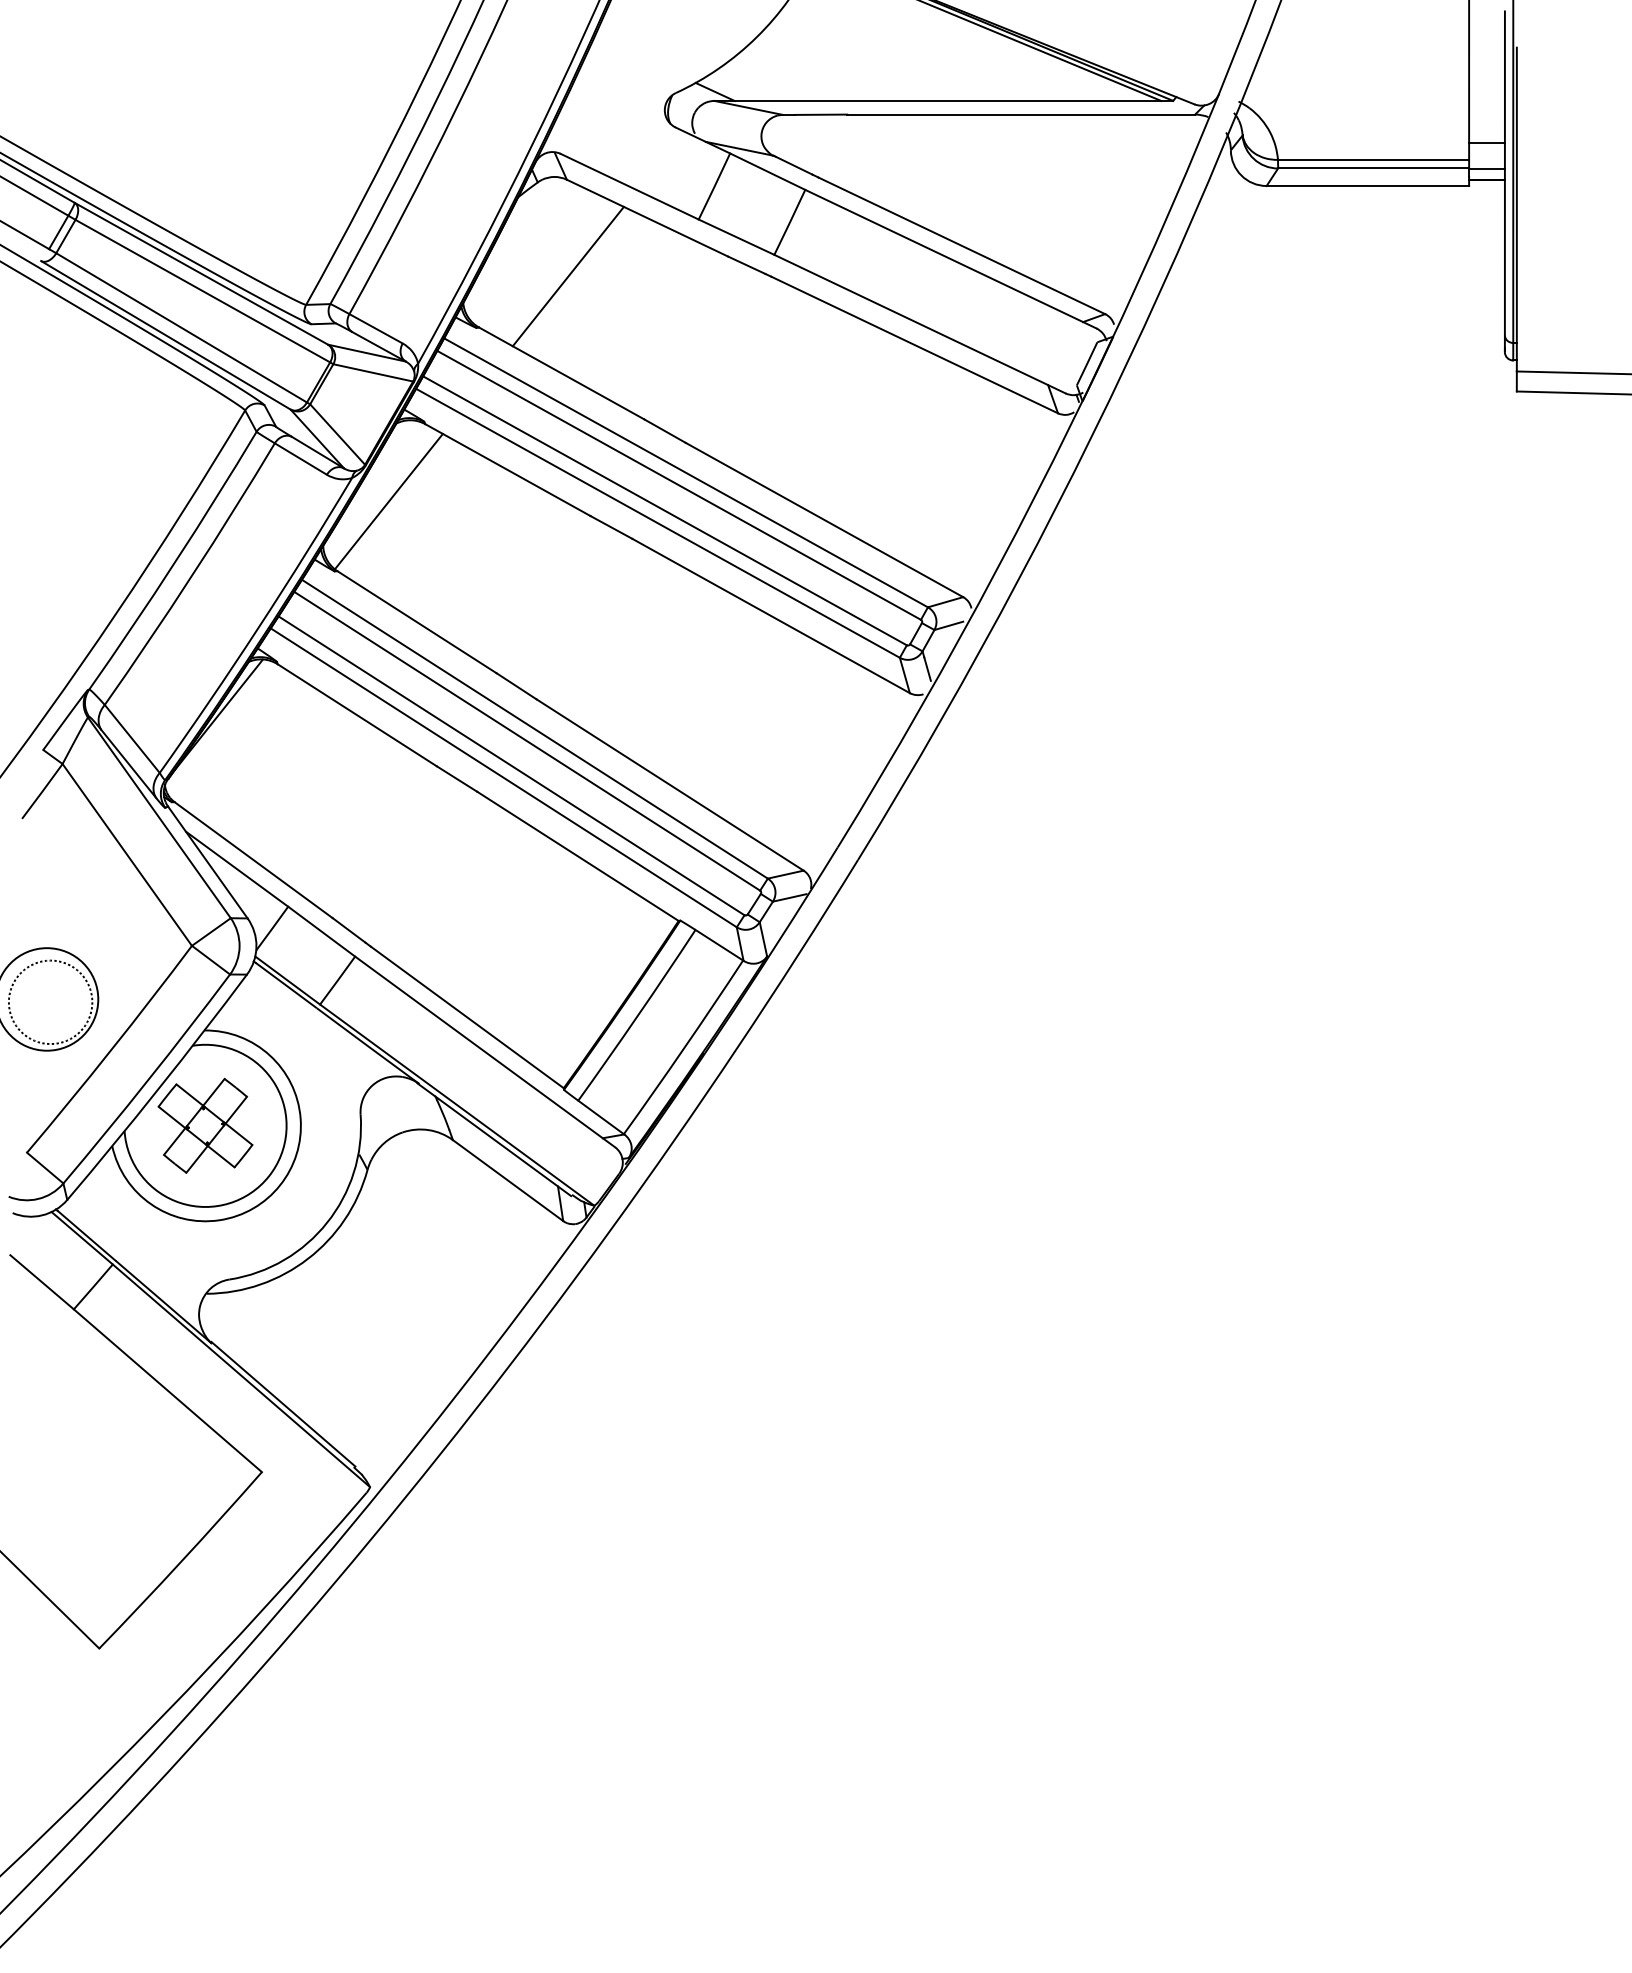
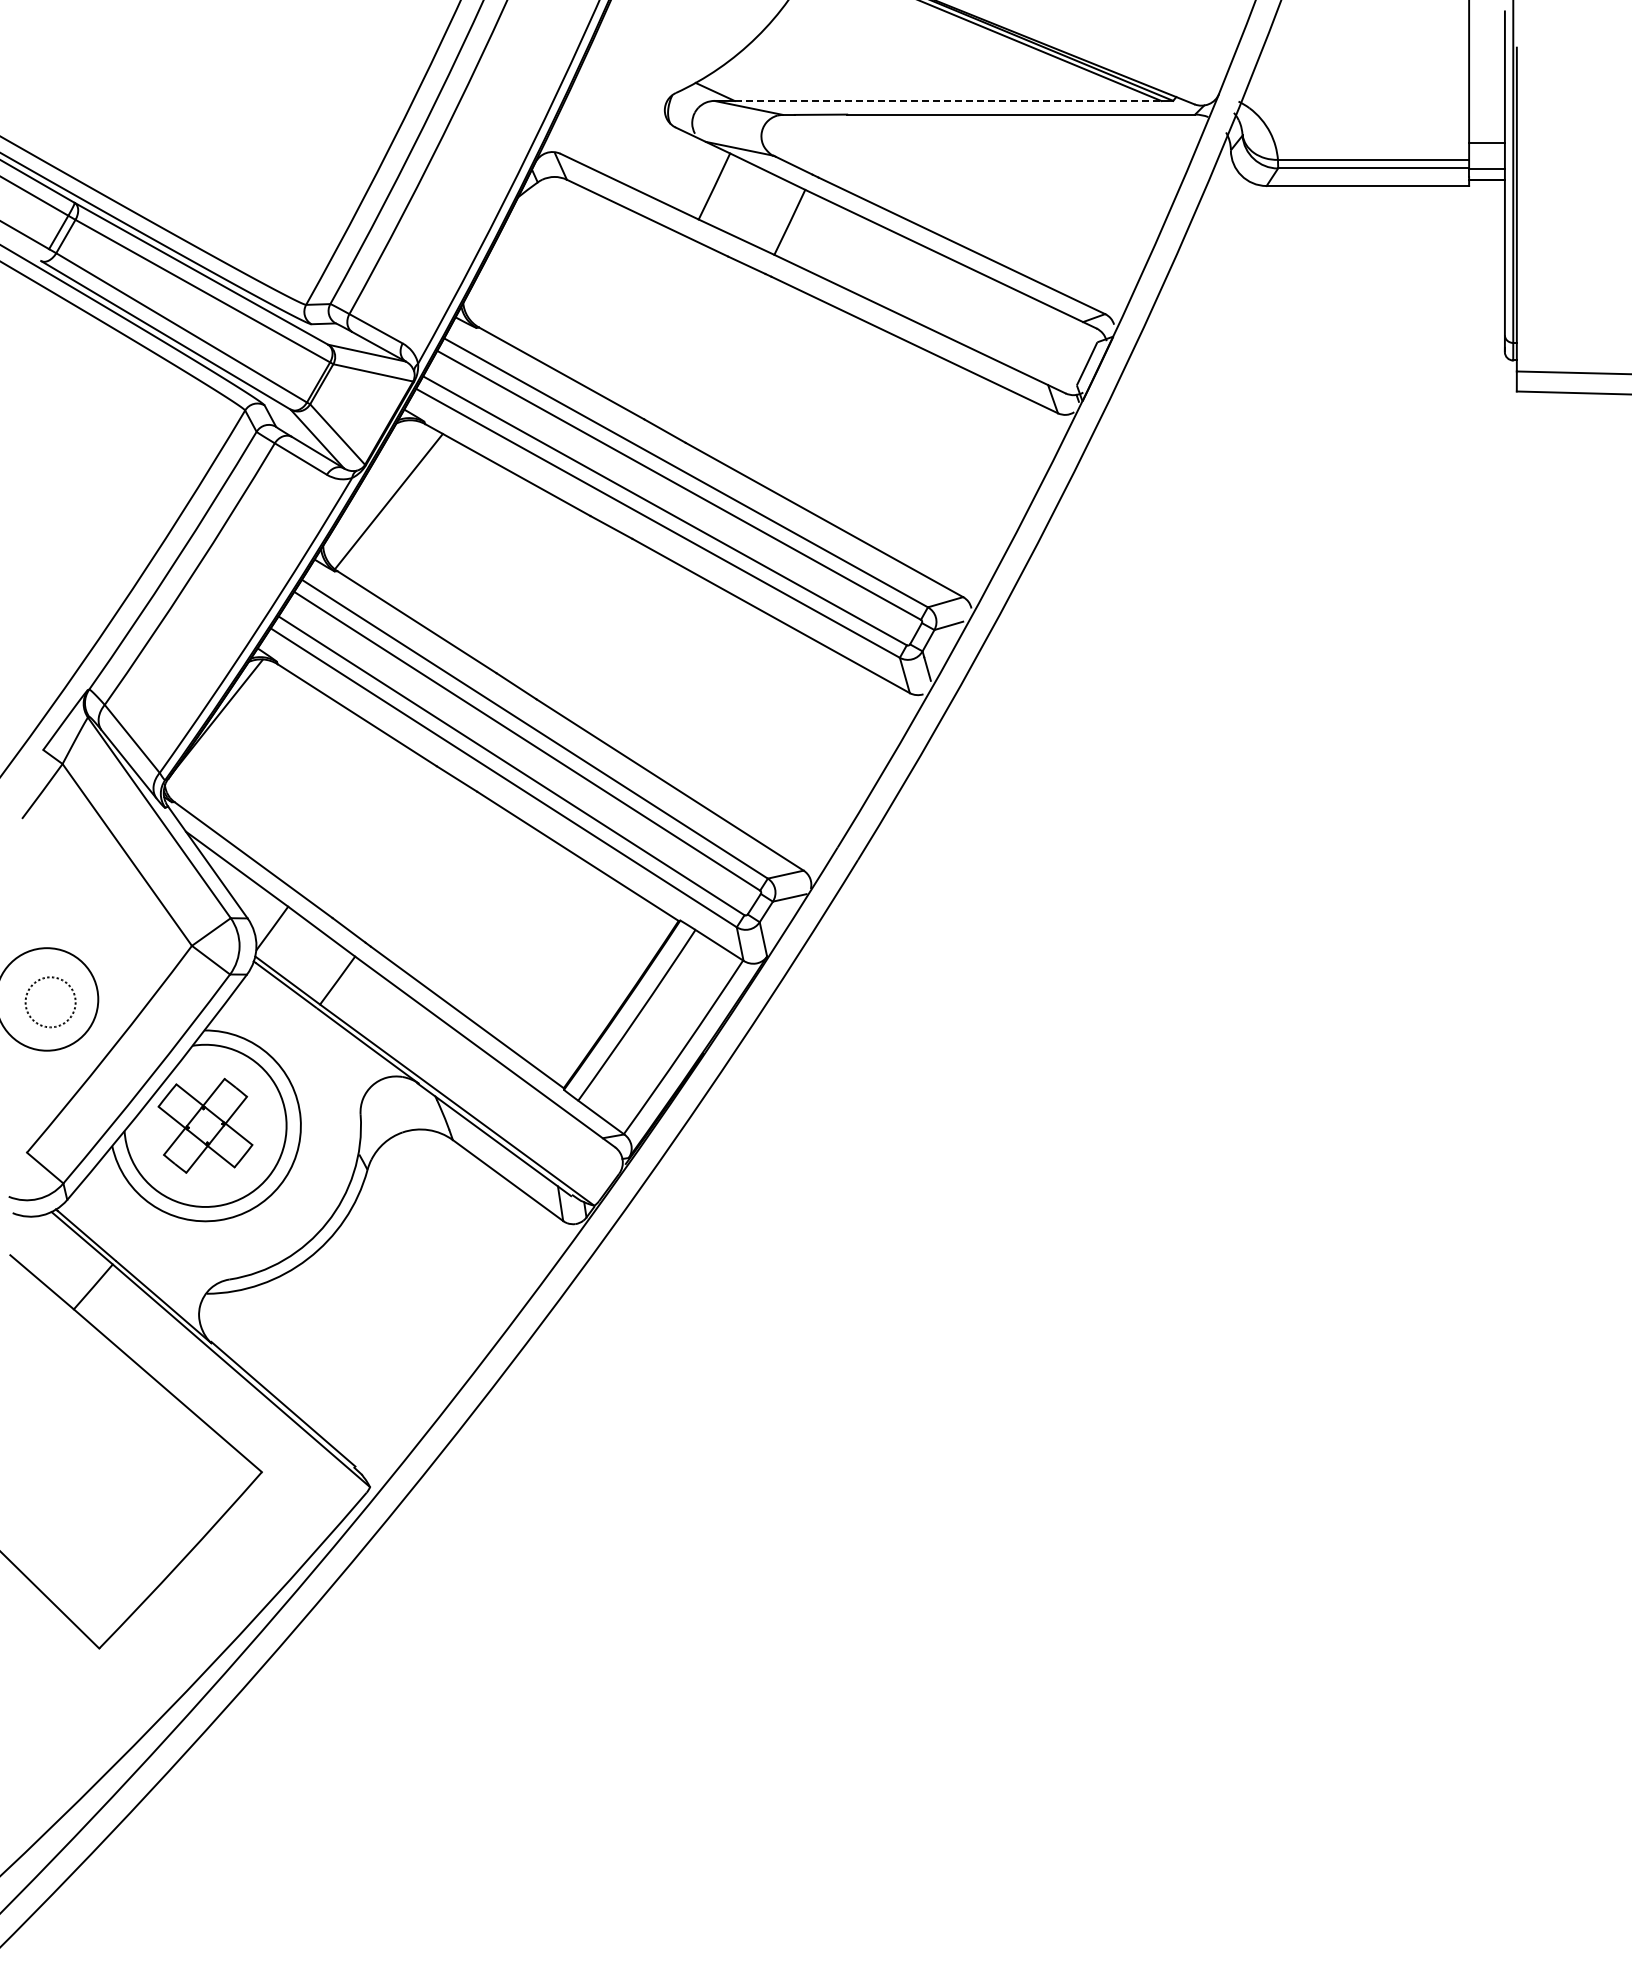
line at (948, 101): solid -> dashed
line at (567, 276): present -> none
circle at (50, 1002) diameter: 83 px -> 50 px
